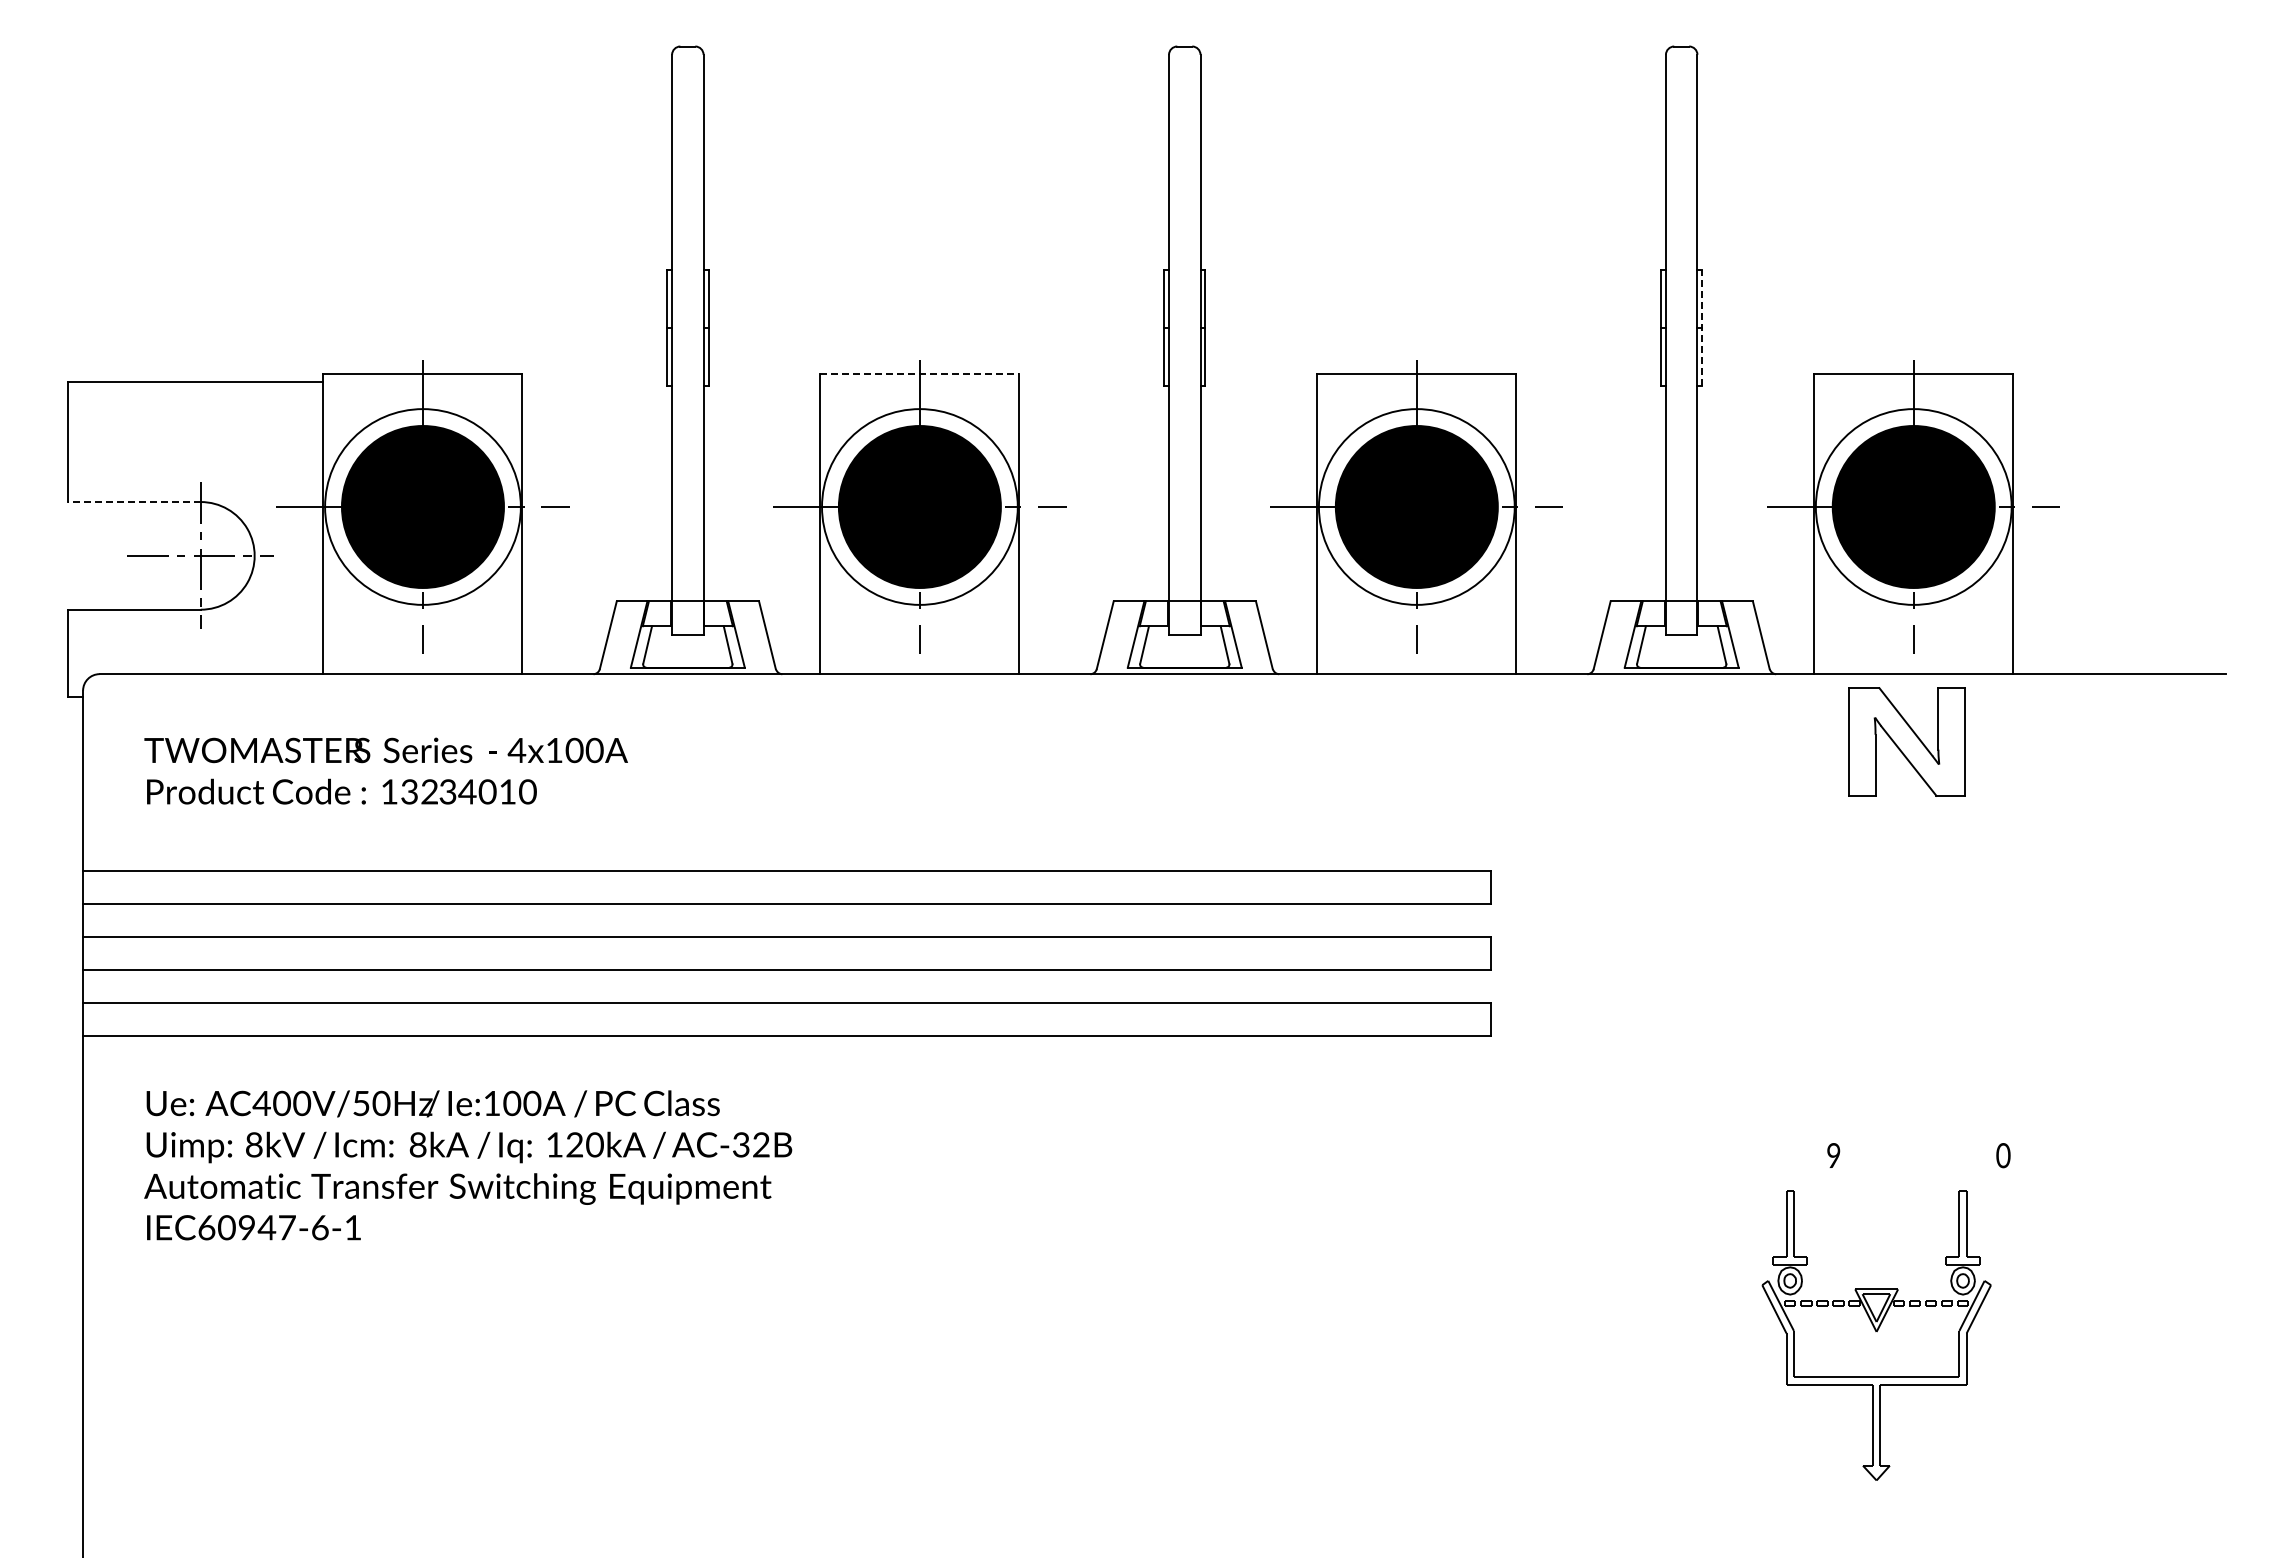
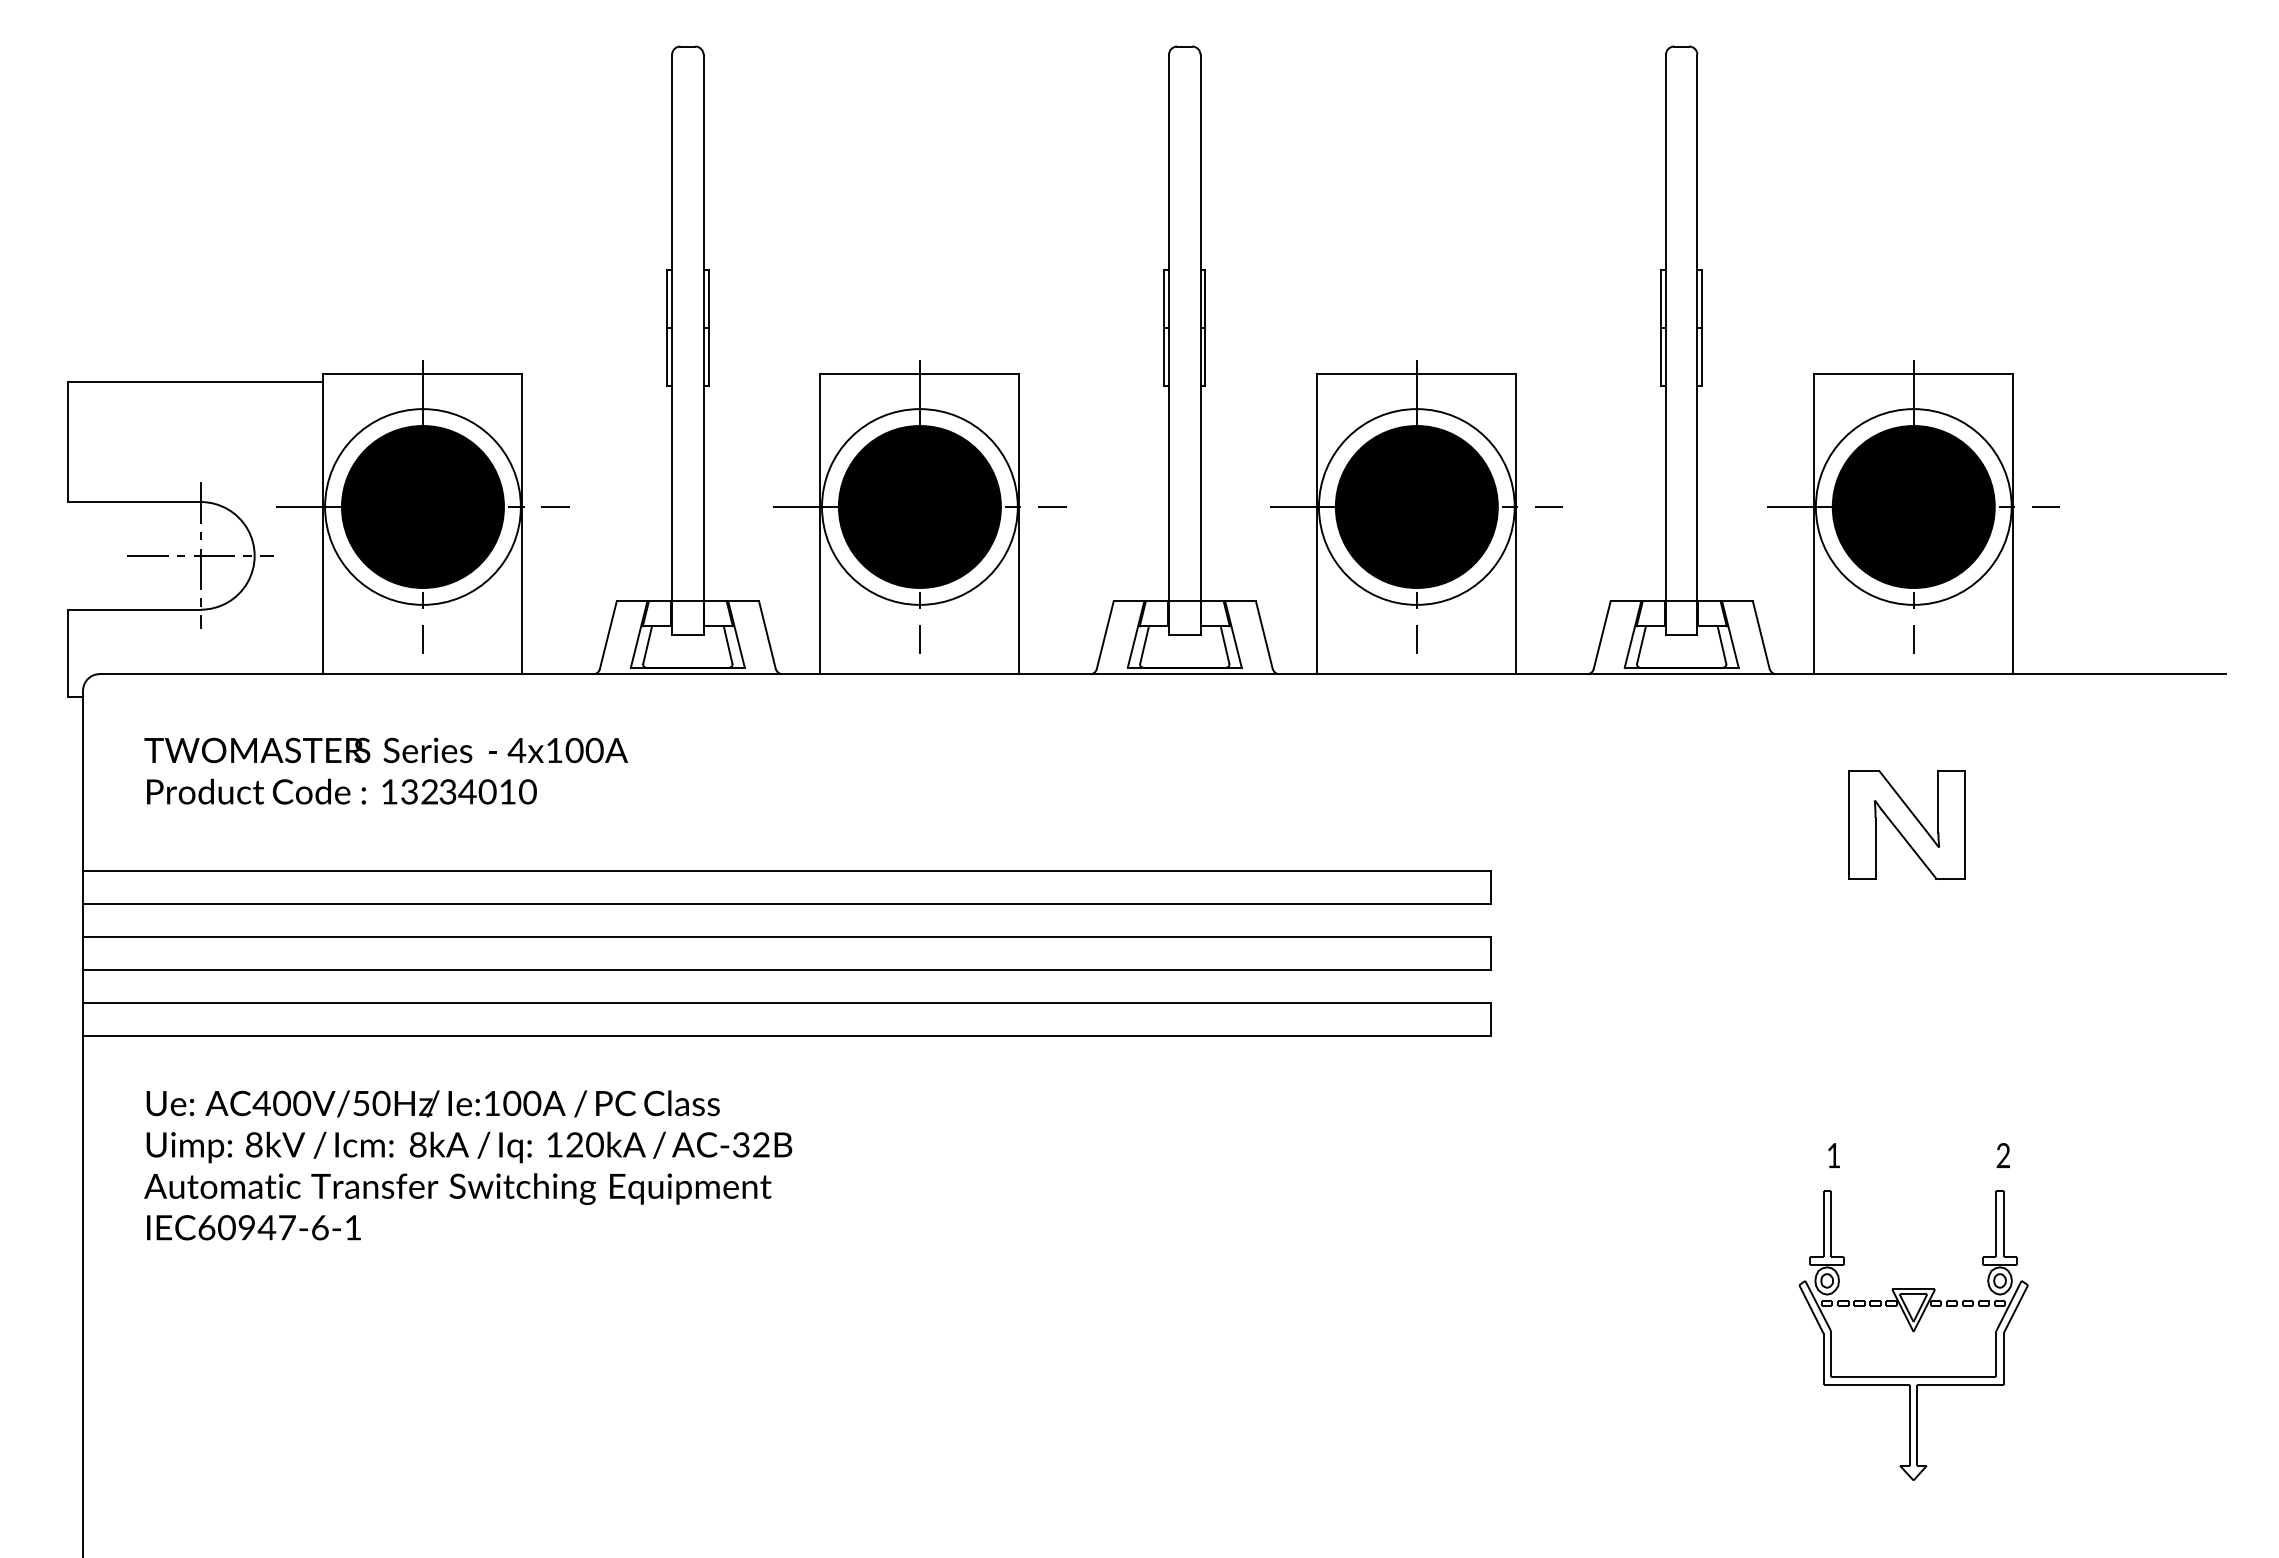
line at (1702, 328): dashed -> solid
line at (920, 374): dashed -> solid
line at (134, 502): dashed -> solid
part at (1906, 741) position: (1906, 741) -> (1906, 824)
text at (1833, 1155): 9 -> 1
text at (2003, 1155): 0 -> 2
part at (1876, 1335) position: (1876, 1335) -> (1913, 1335)
